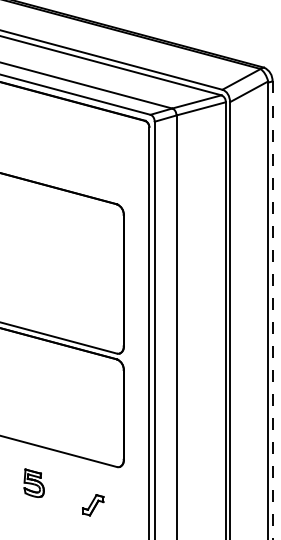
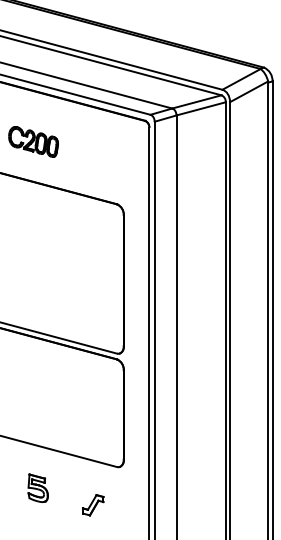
part at (33, 141): none -> present
line at (272, 310): dashed -> solid
part at (33, 482) position: (33, 482) -> (37, 487)
